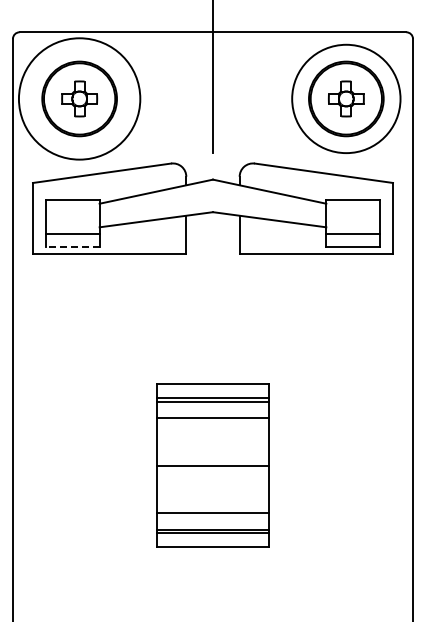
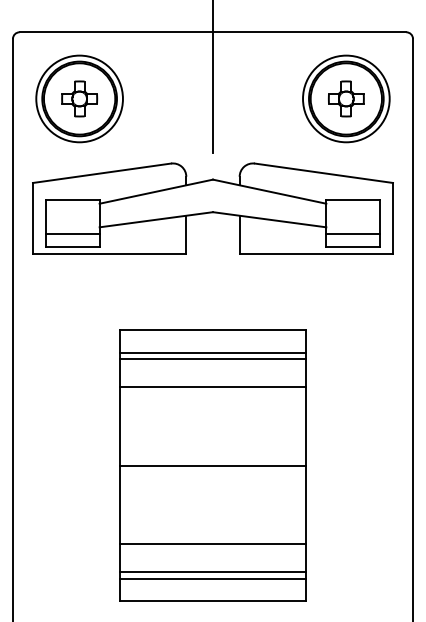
circle at (79, 98) diameter: 121 px -> 87 px
circle at (346, 98) diameter: 108 px -> 87 px
line at (72, 246): dashed -> solid
part at (212, 465) size: 114x165 px -> 188x273 px
